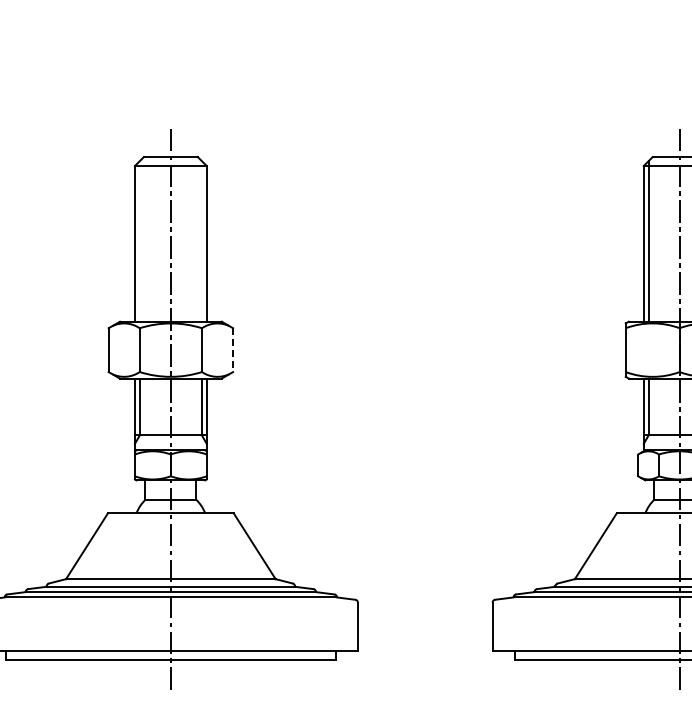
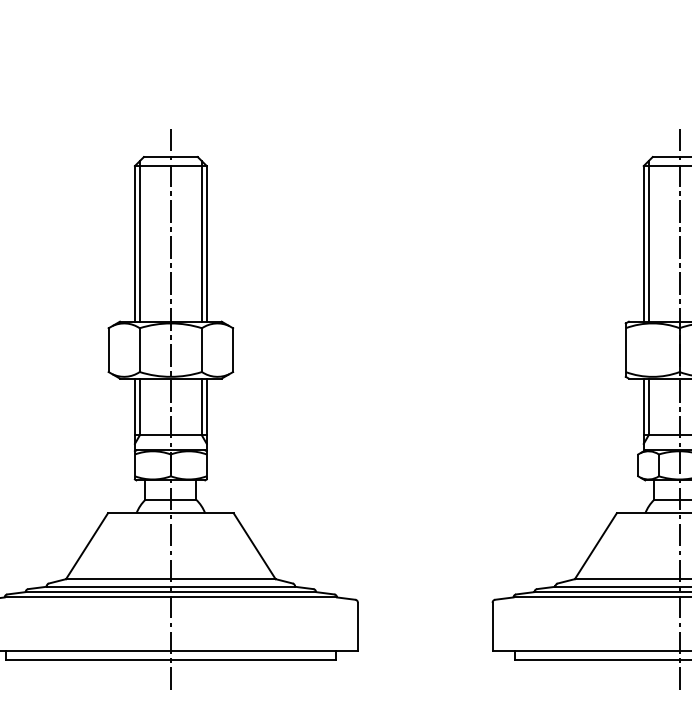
line at (139, 241): none -> present
line at (201, 241): none -> present
line at (233, 350): dashed -> solid
